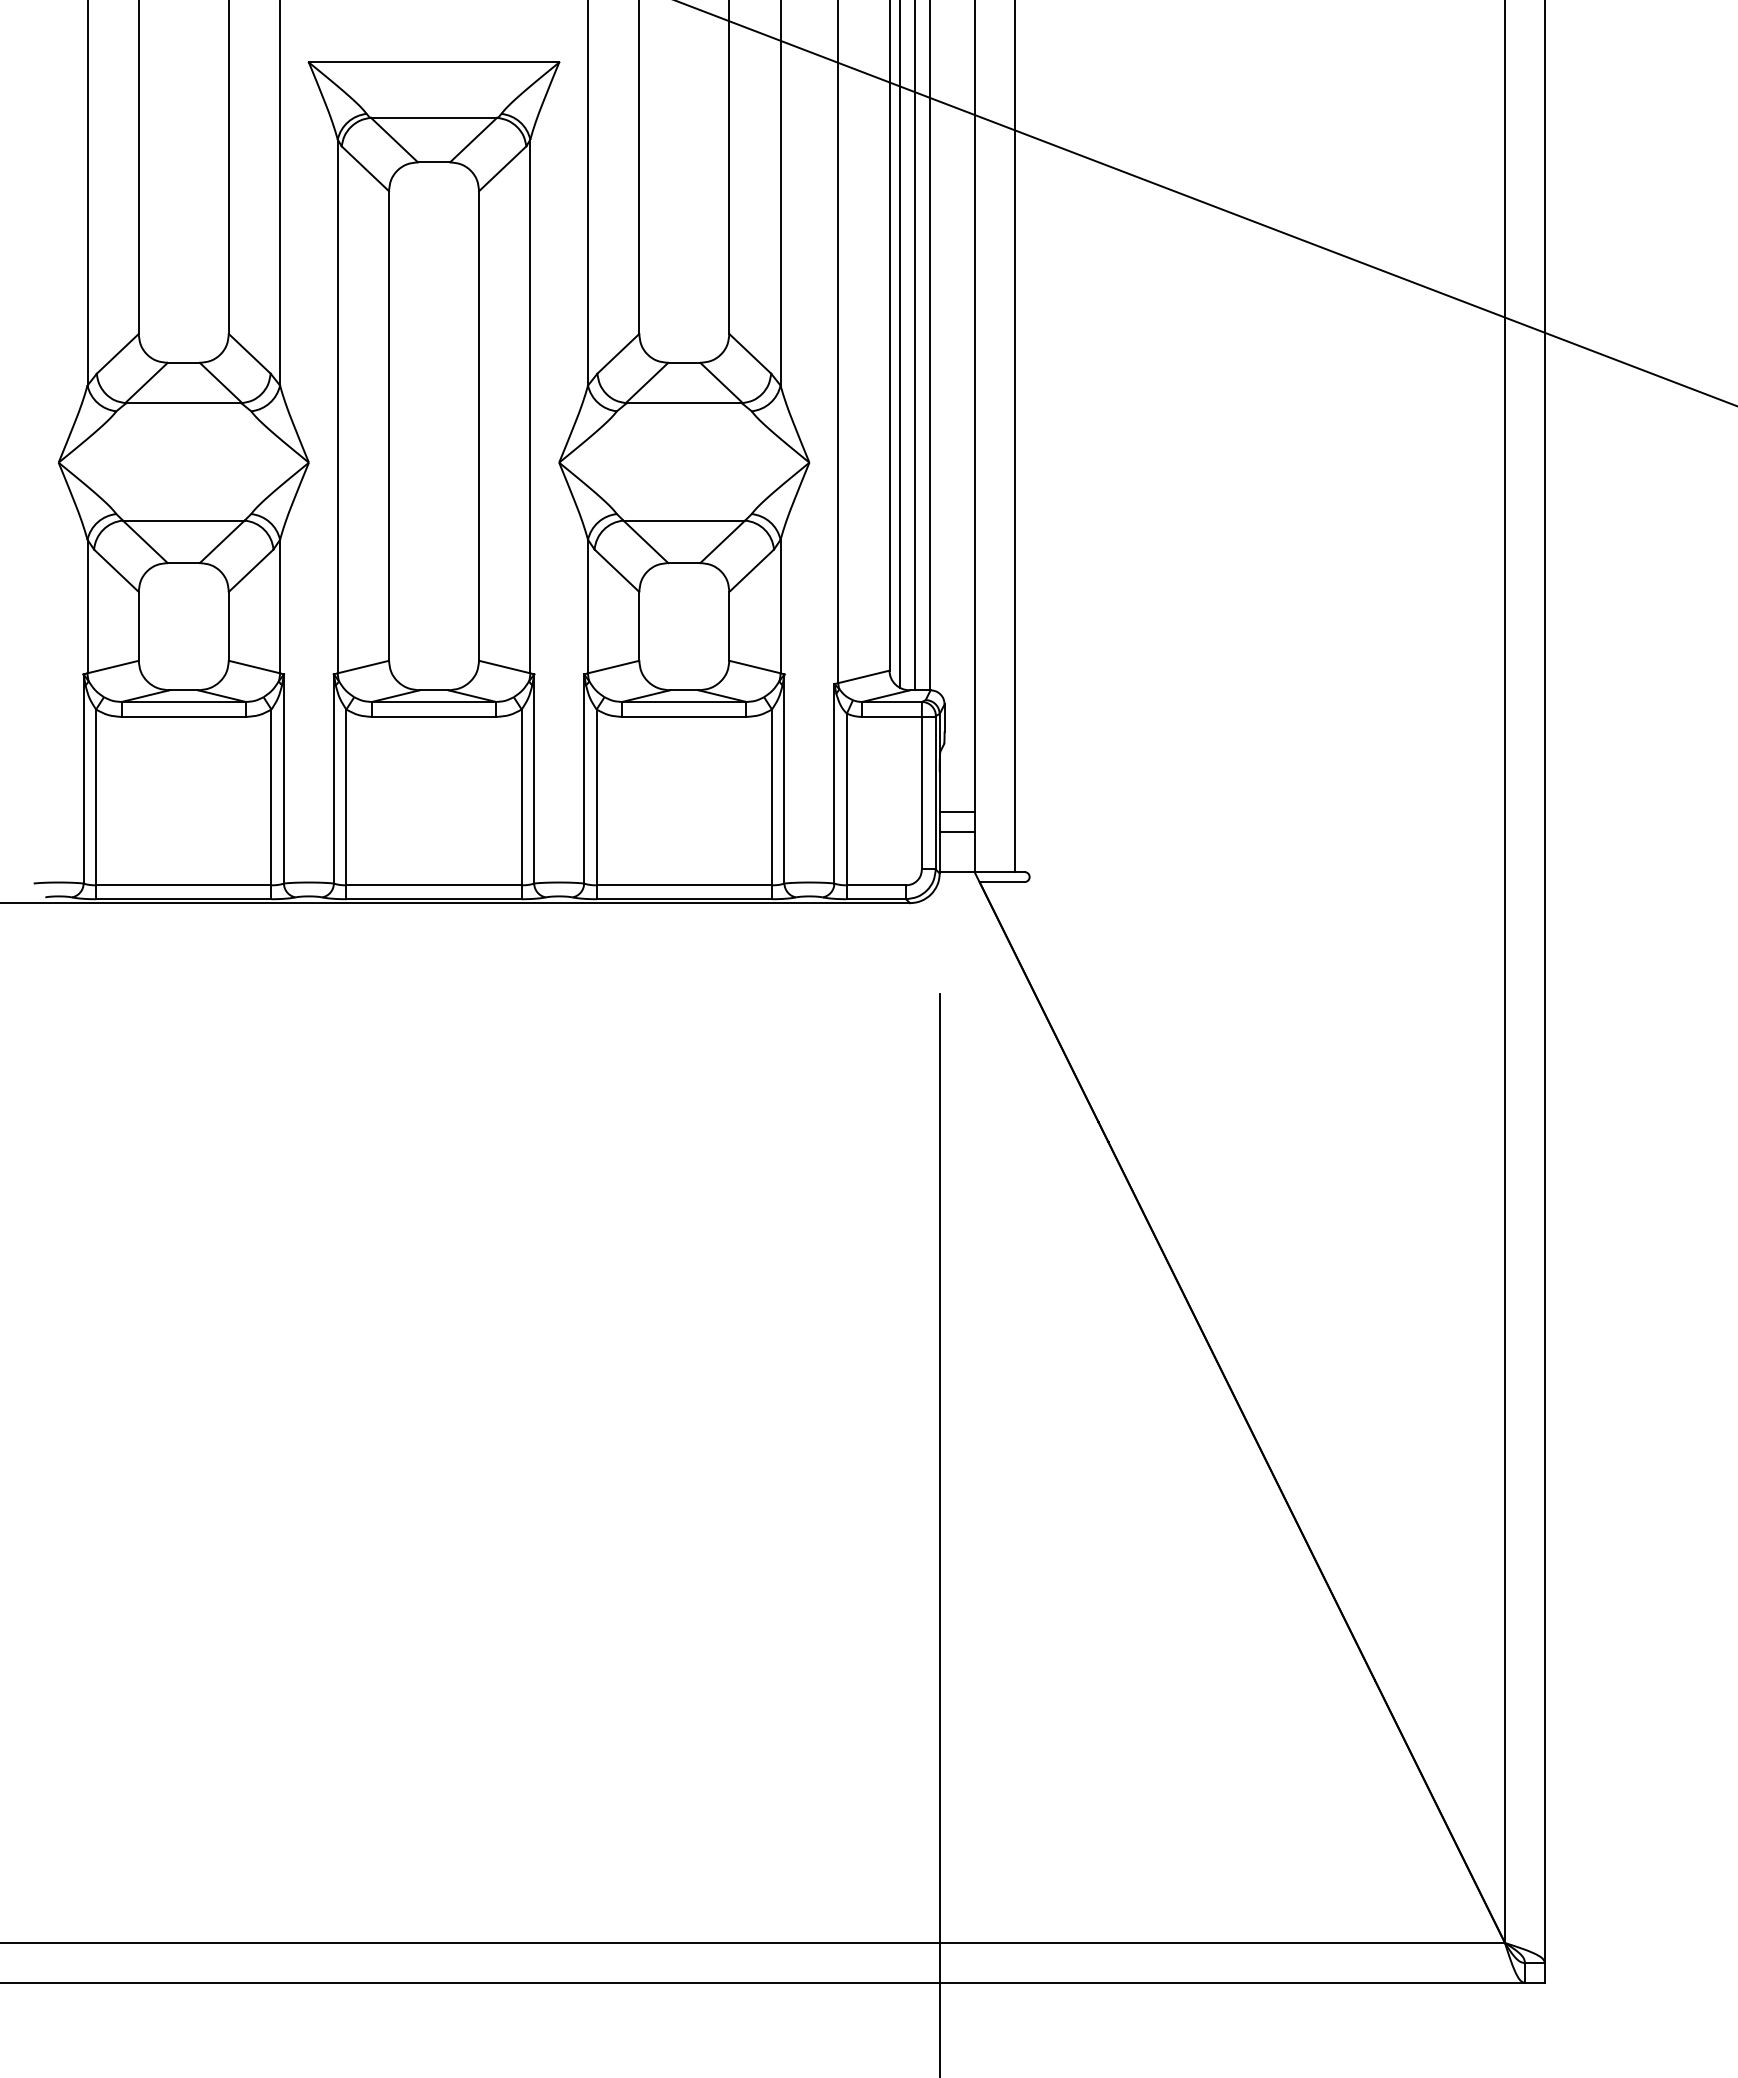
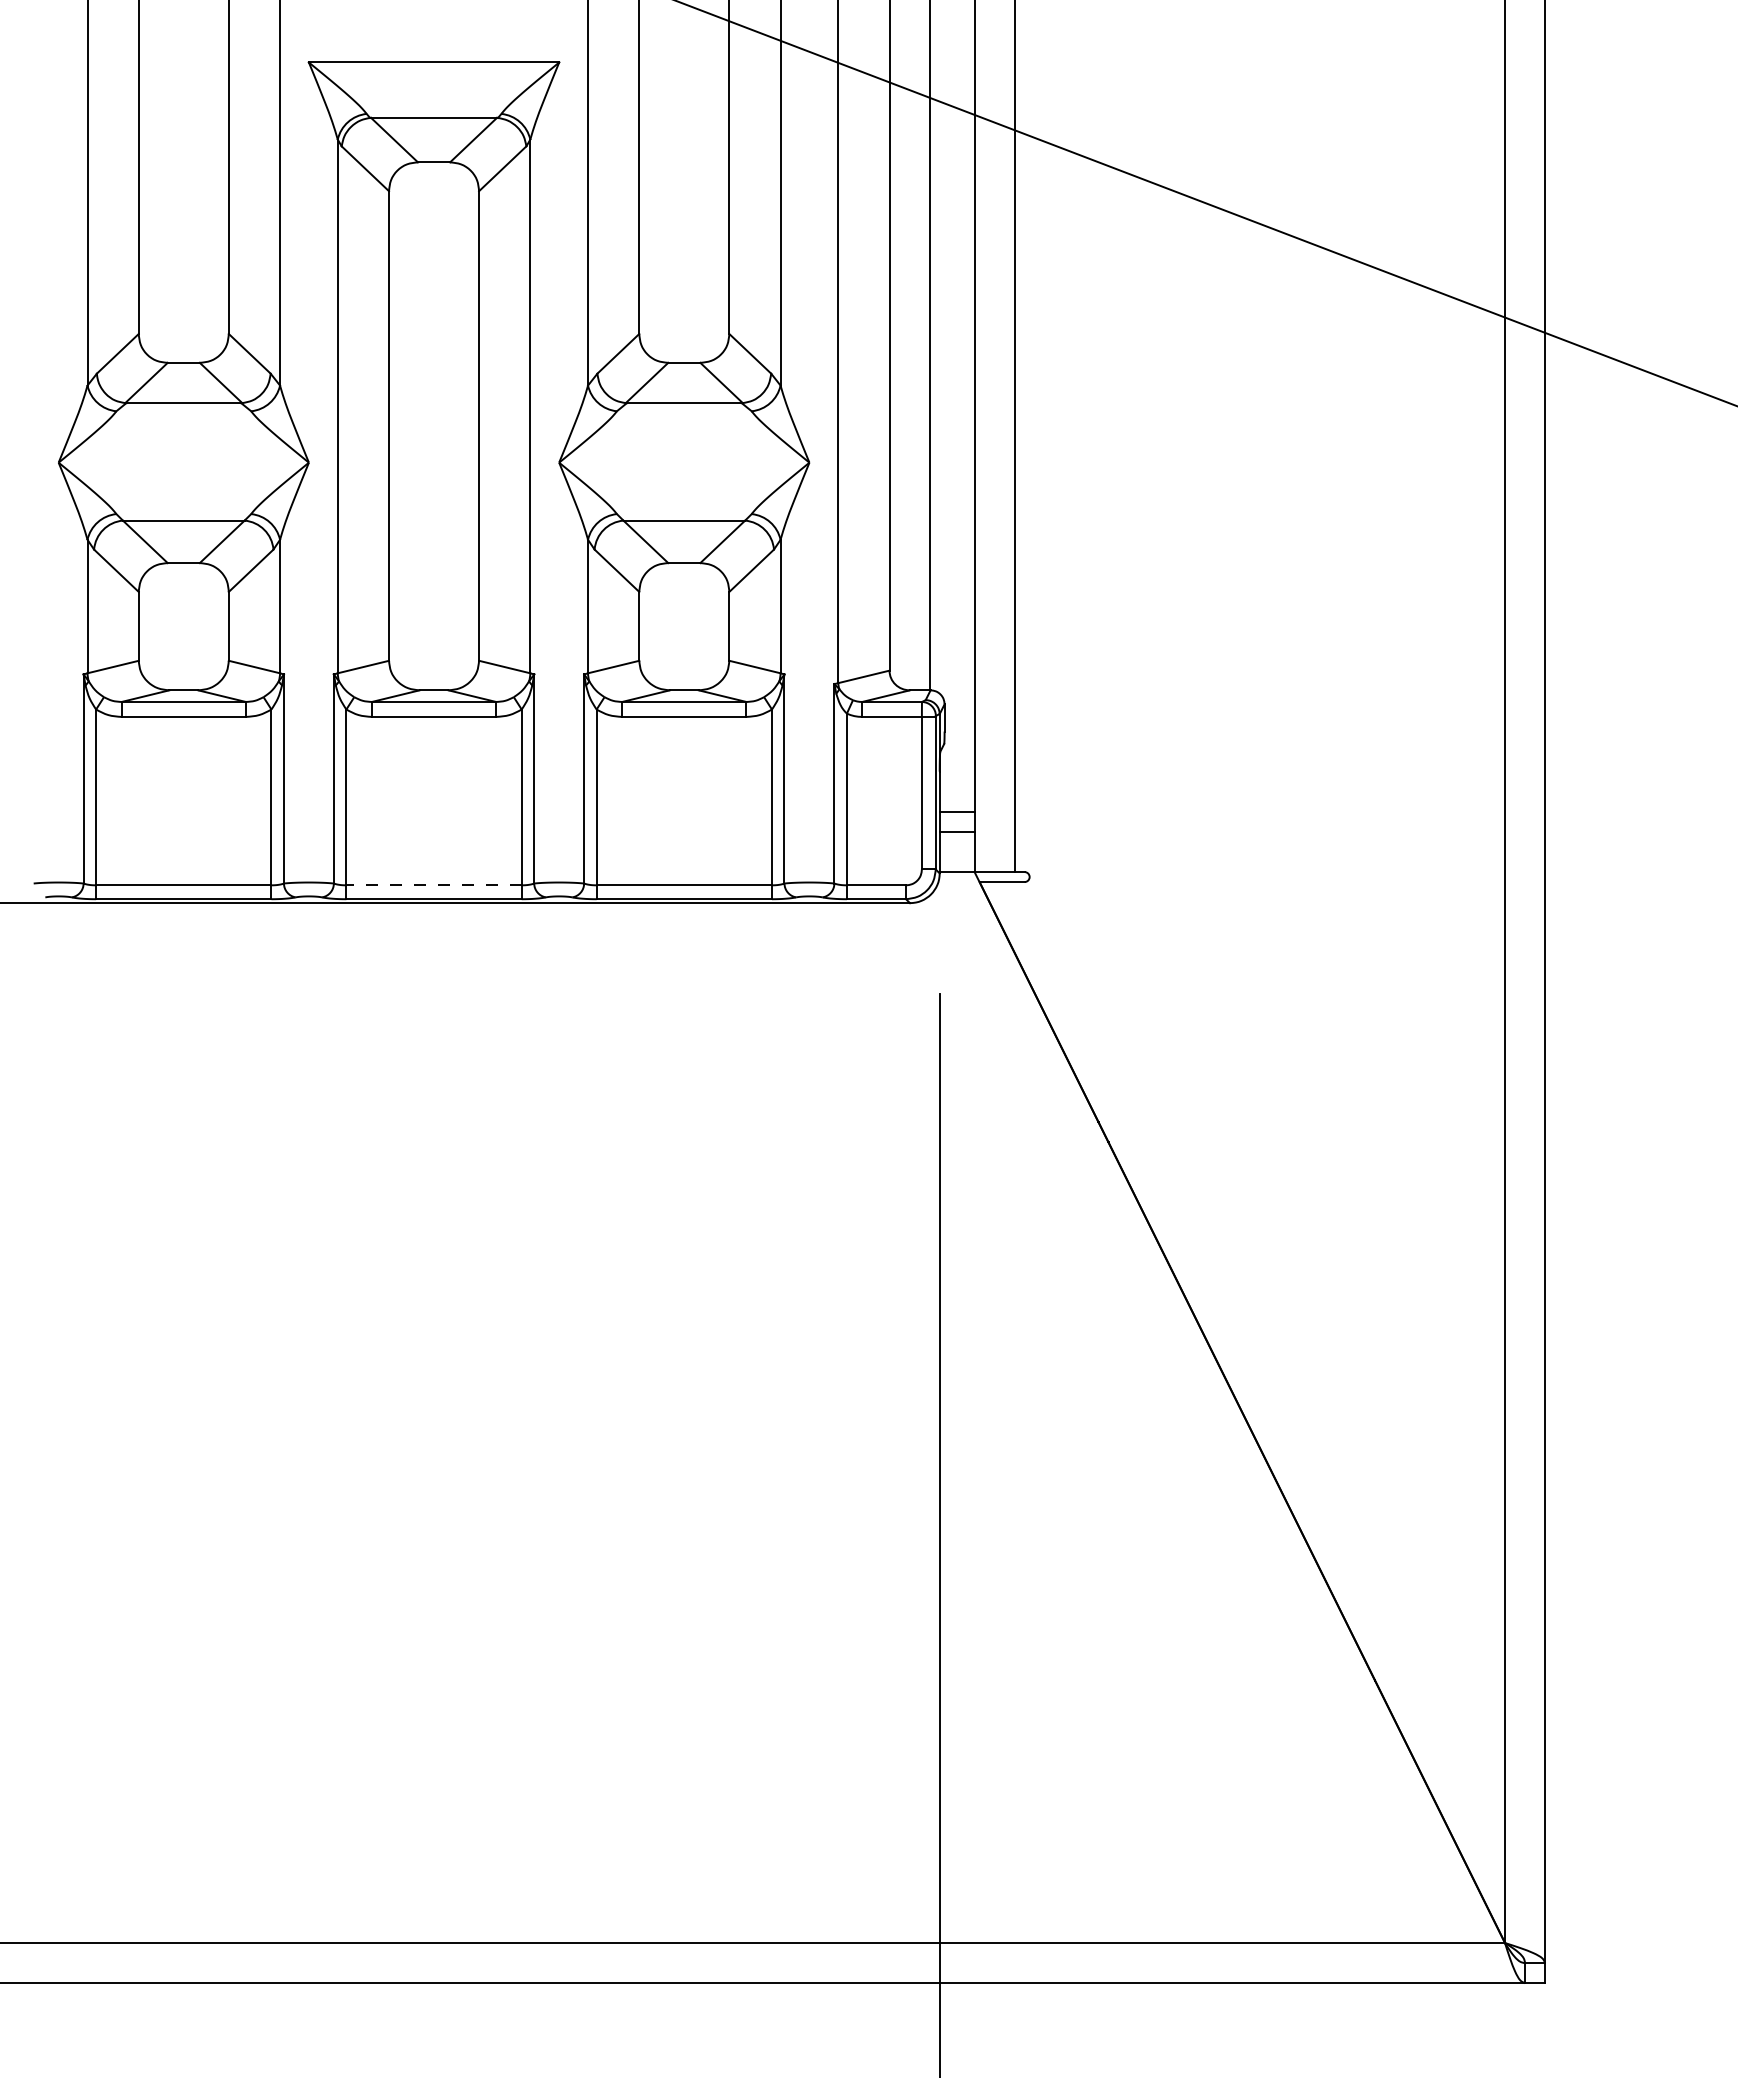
line at (899, 344): present -> none
line at (914, 346): present -> none
line at (434, 885): solid -> dashed
